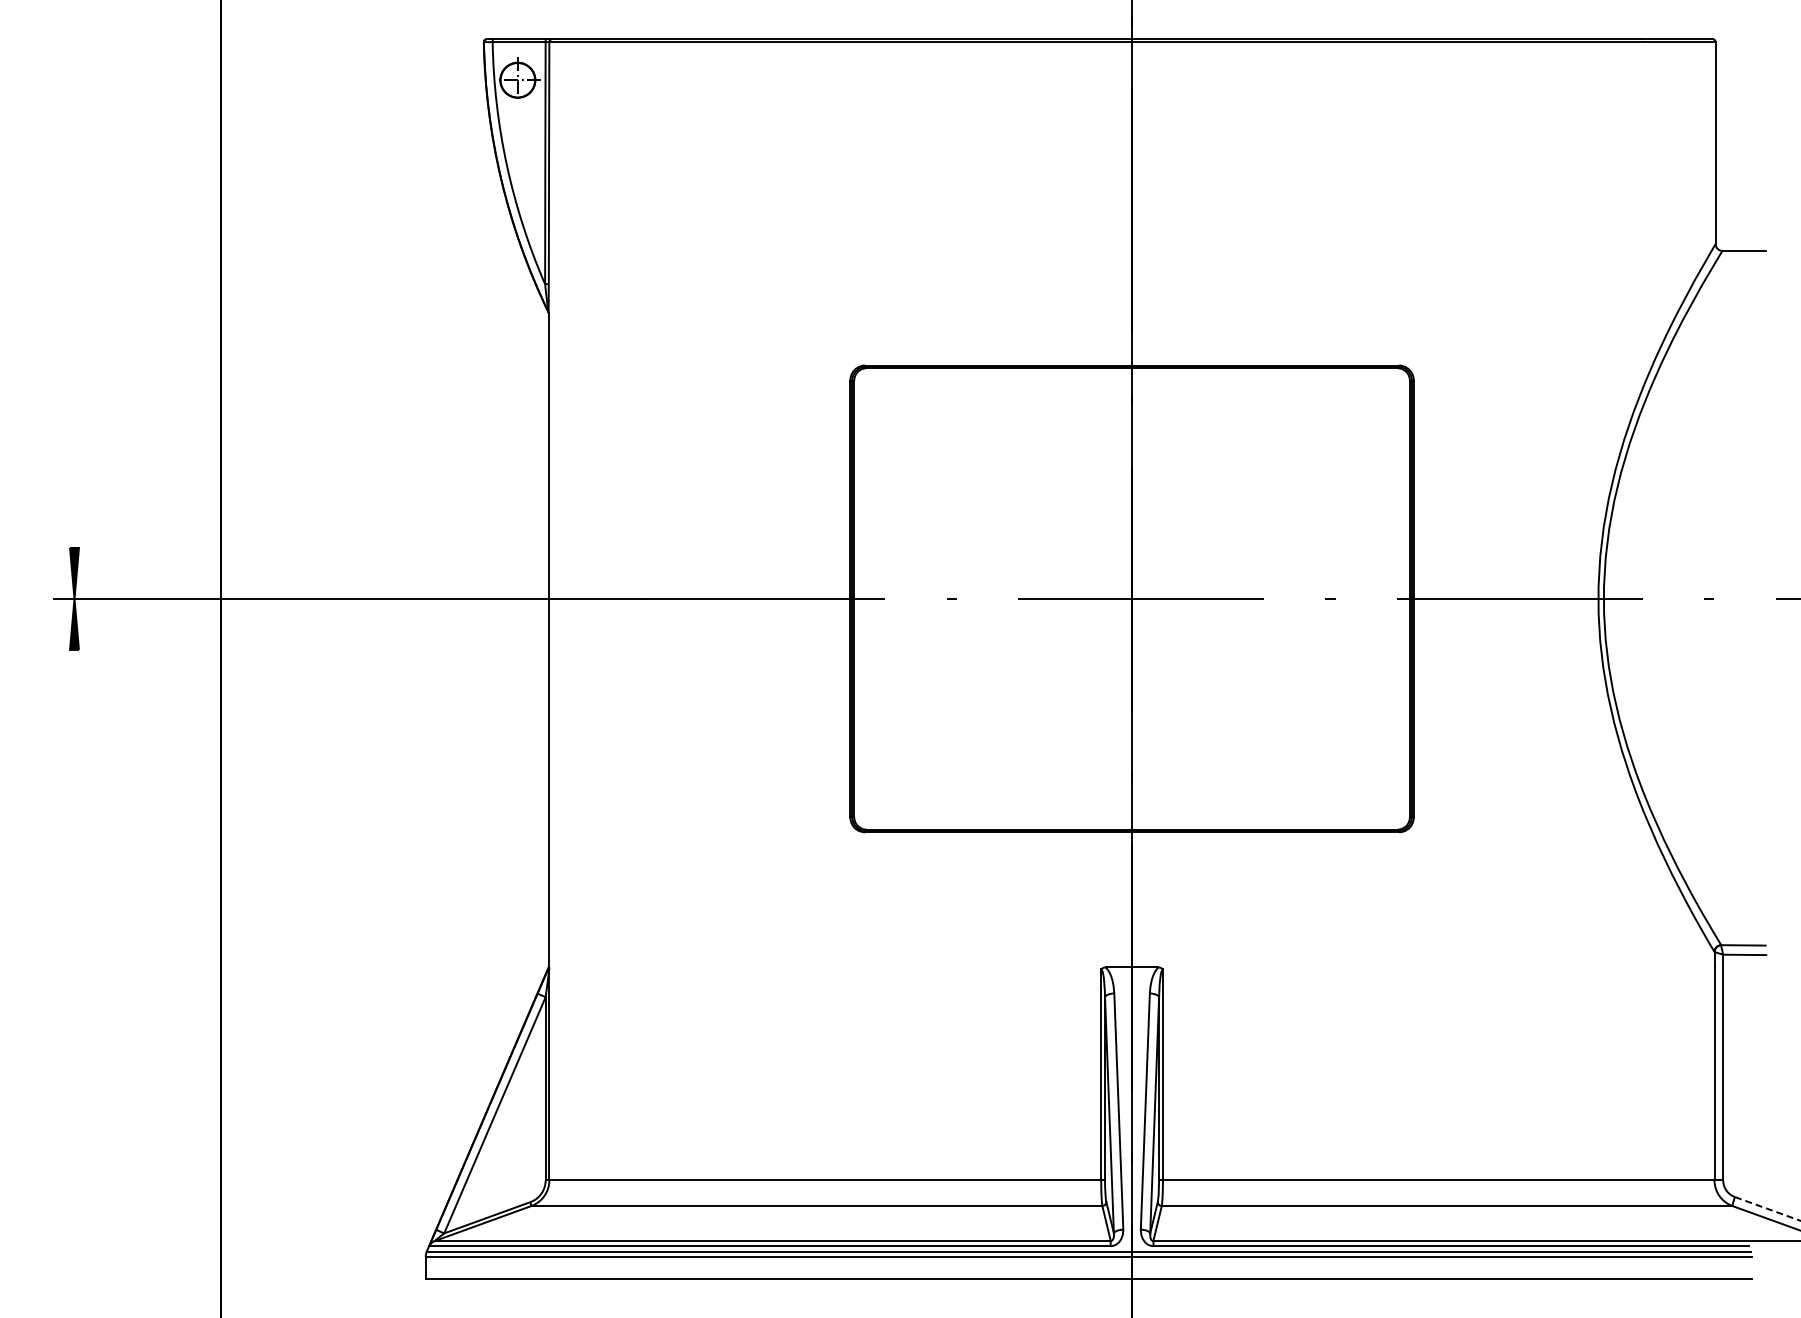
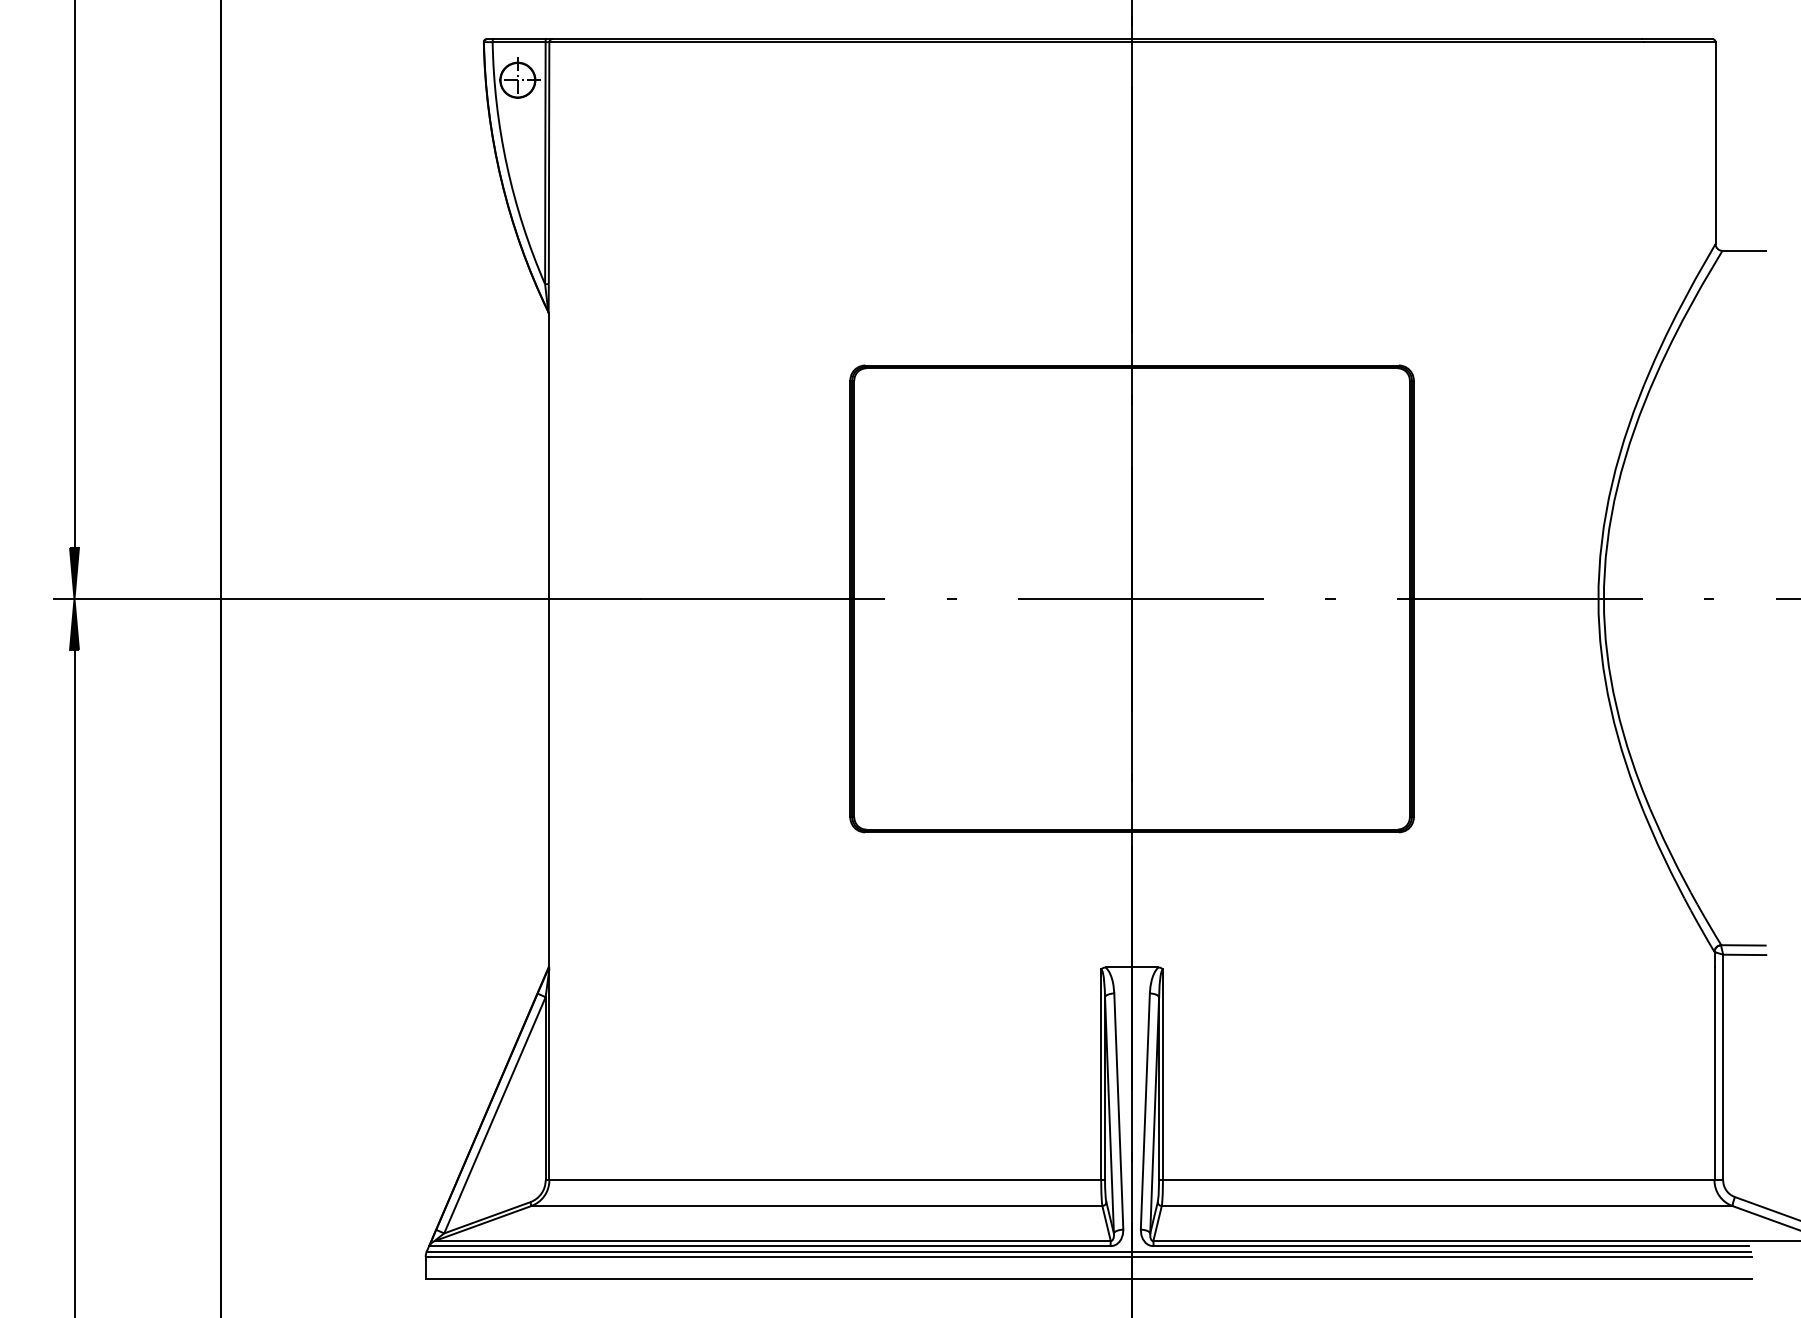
line at (74, 274): none -> present
line at (74, 981): none -> present
line at (1767, 1208): dashed -> solid
